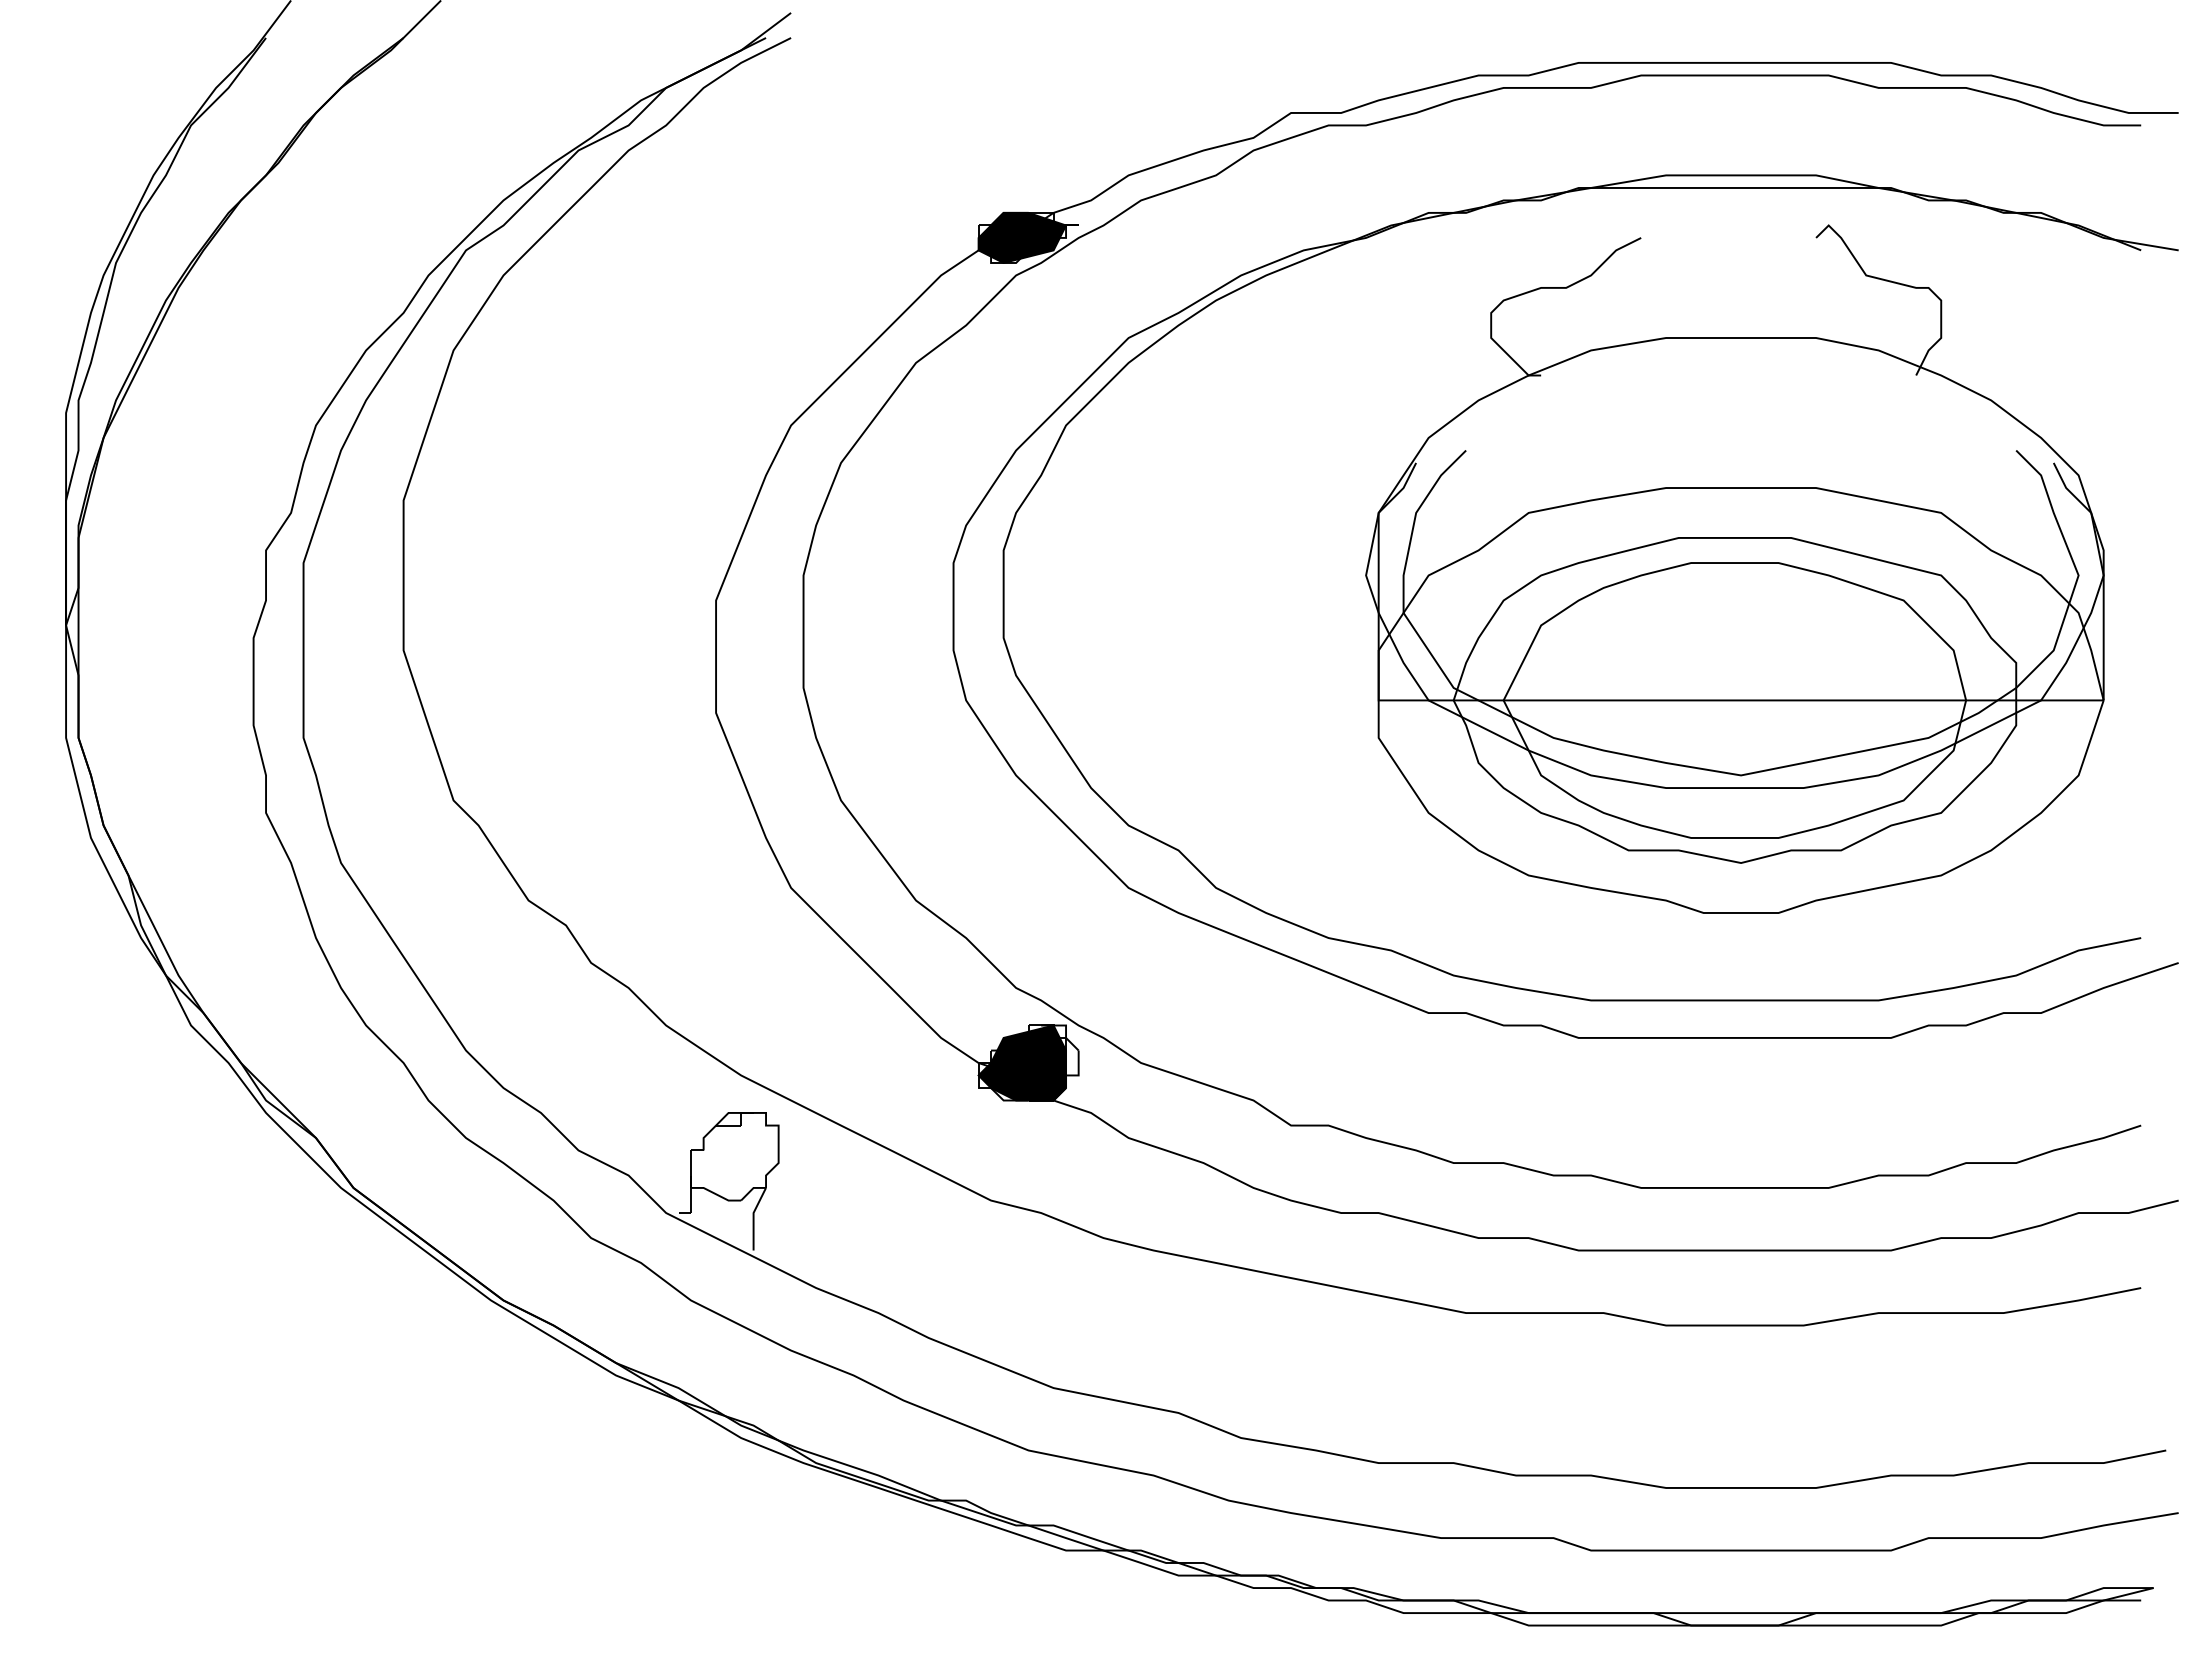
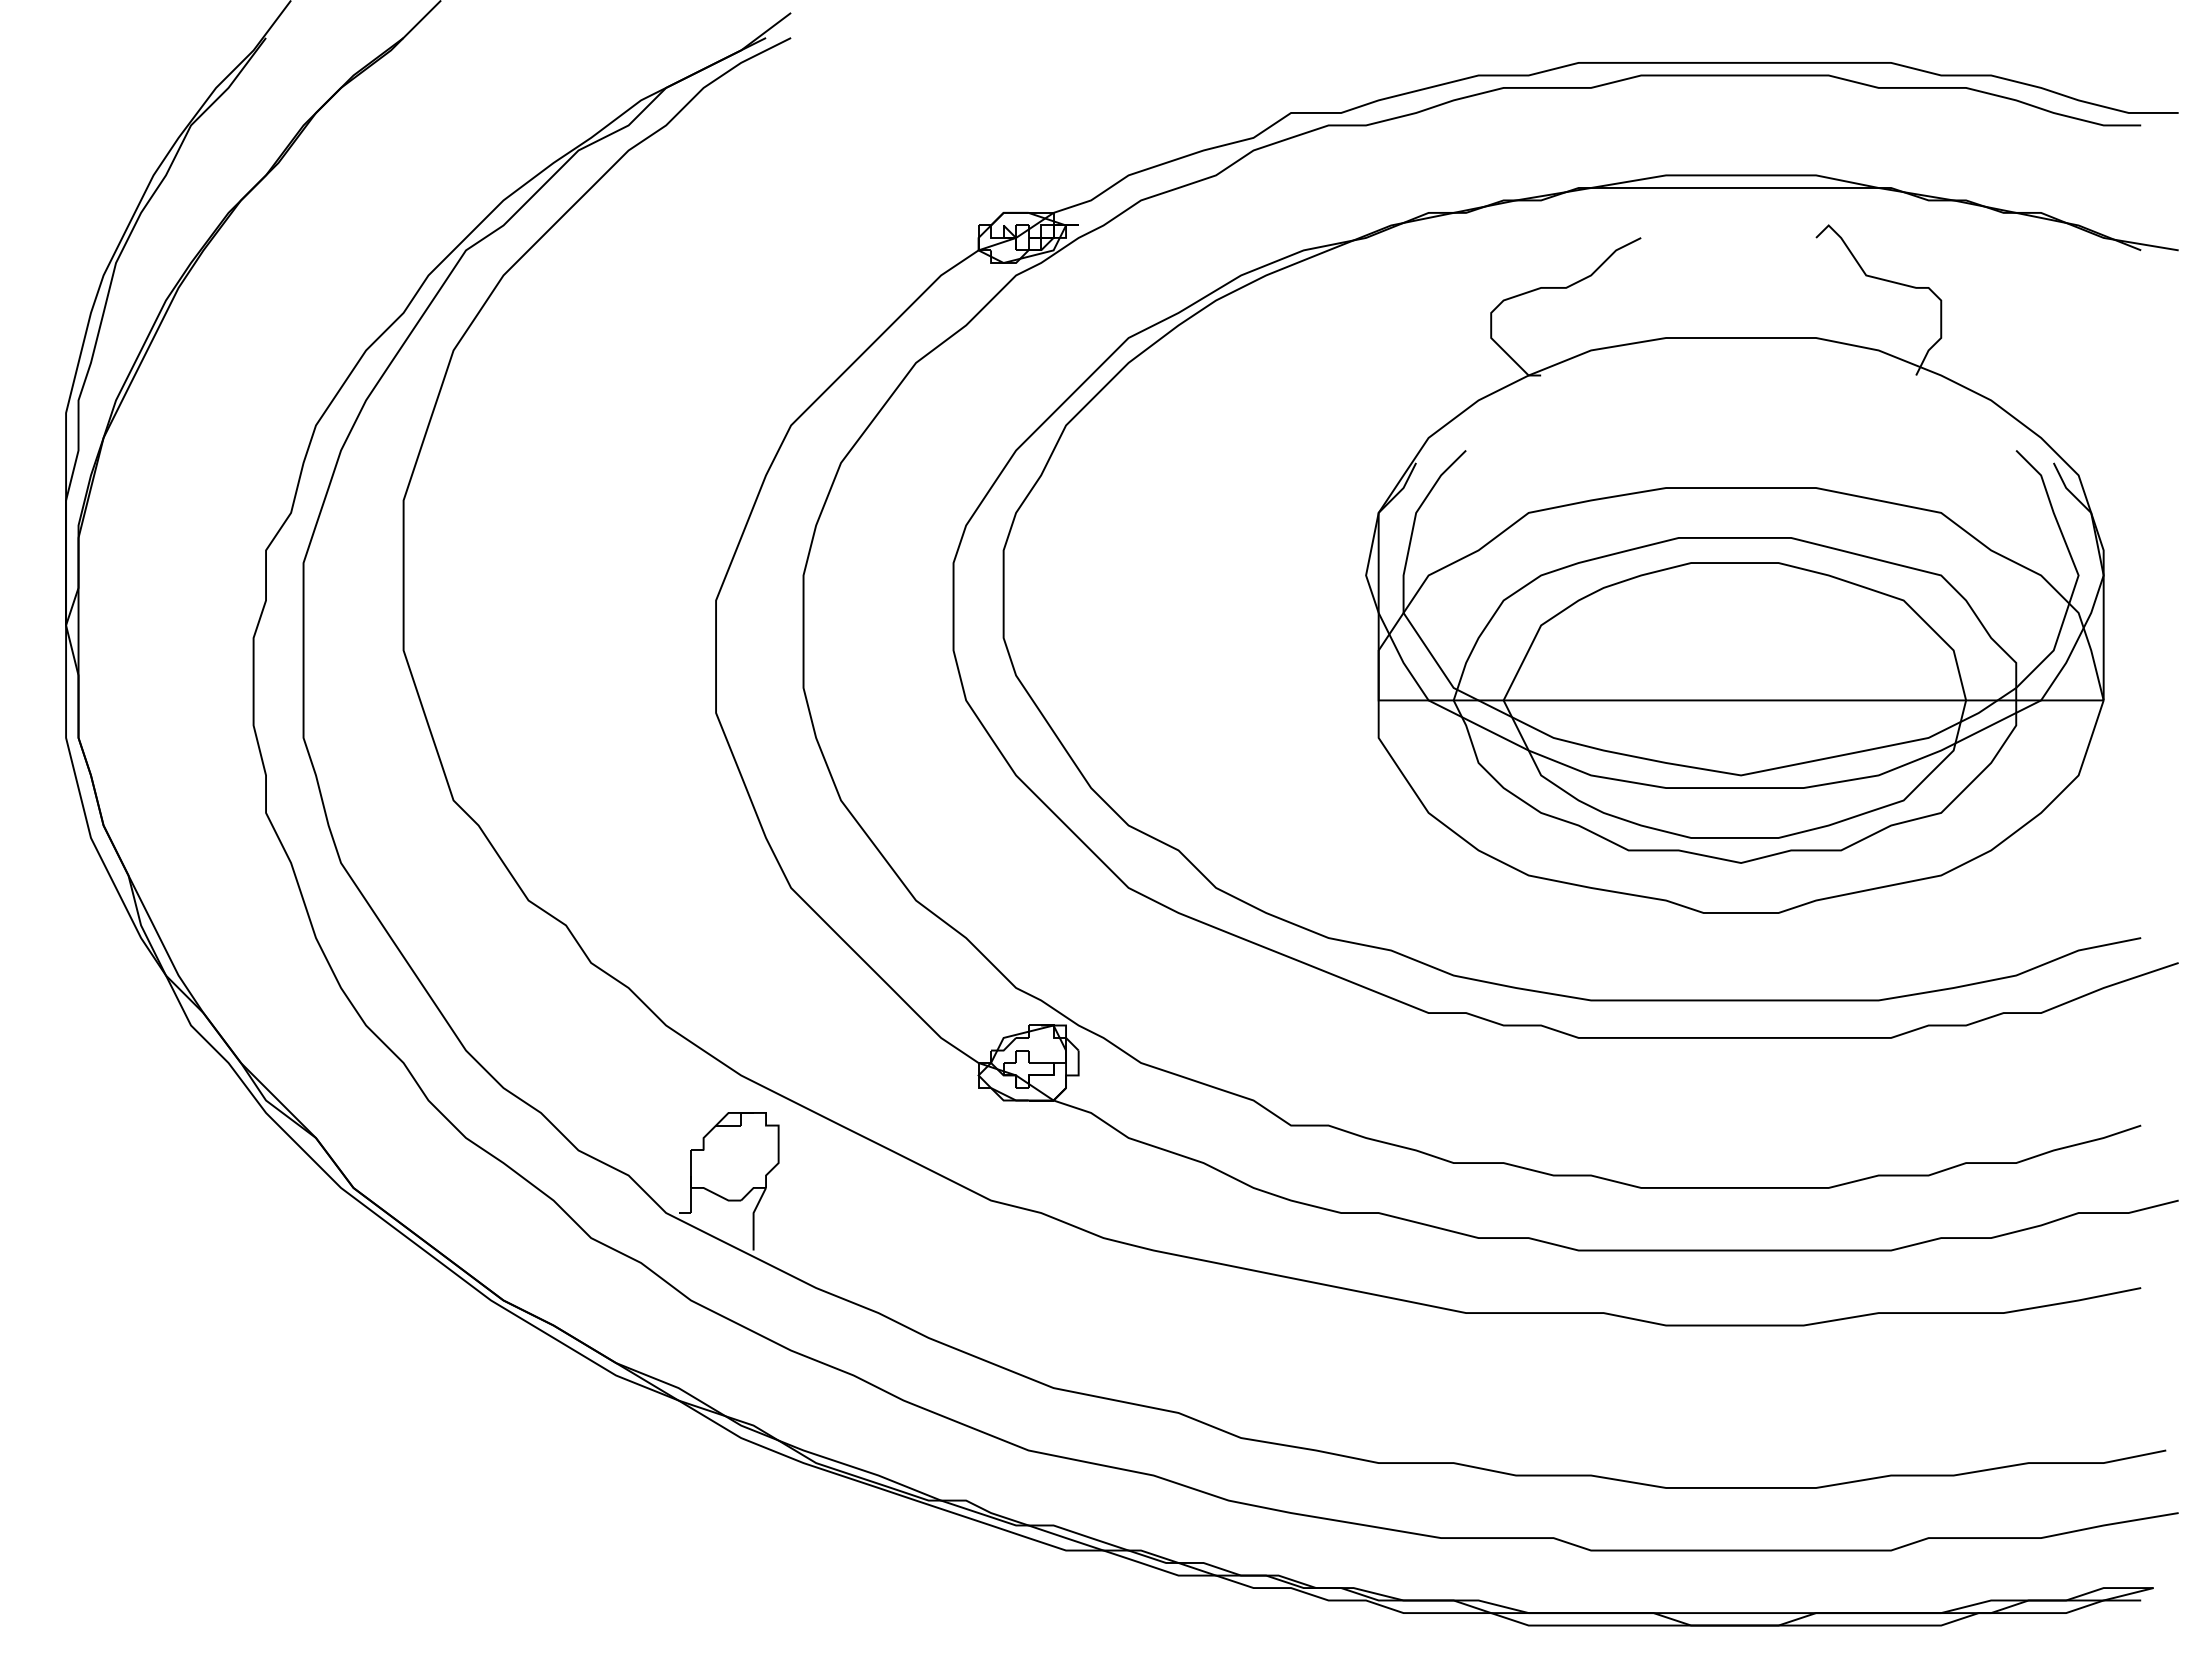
fill at (1022, 237): present -> none
fill at (1022, 1062): present -> none
